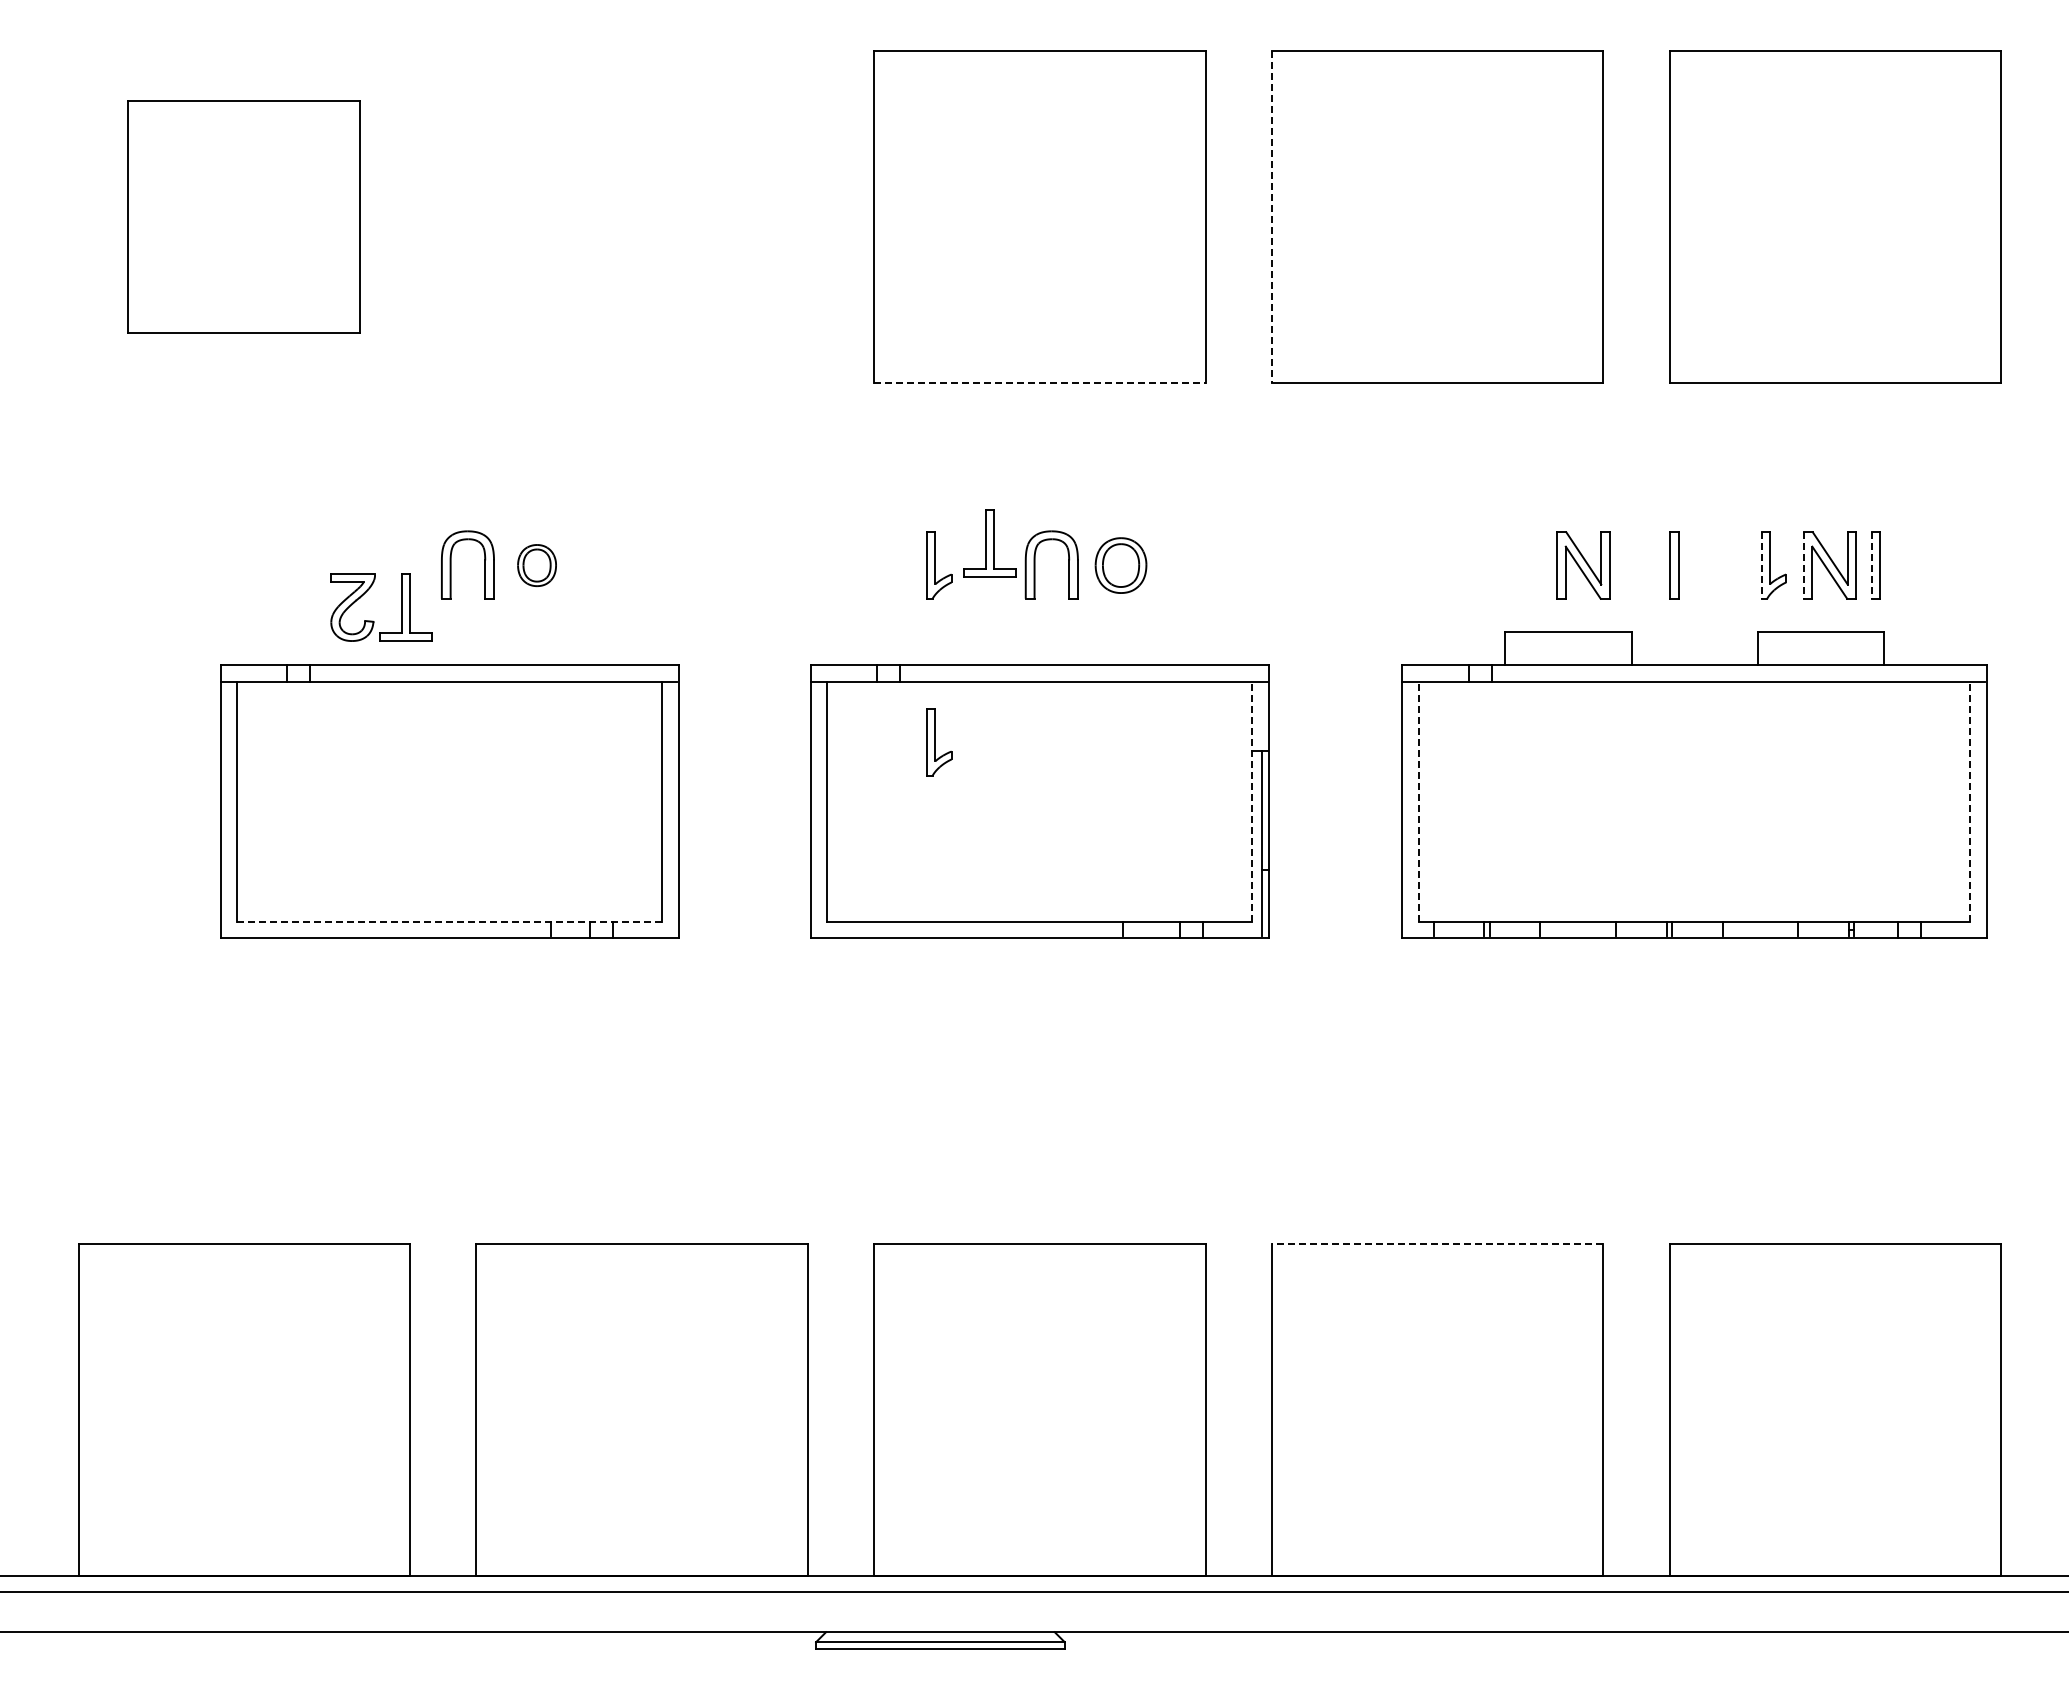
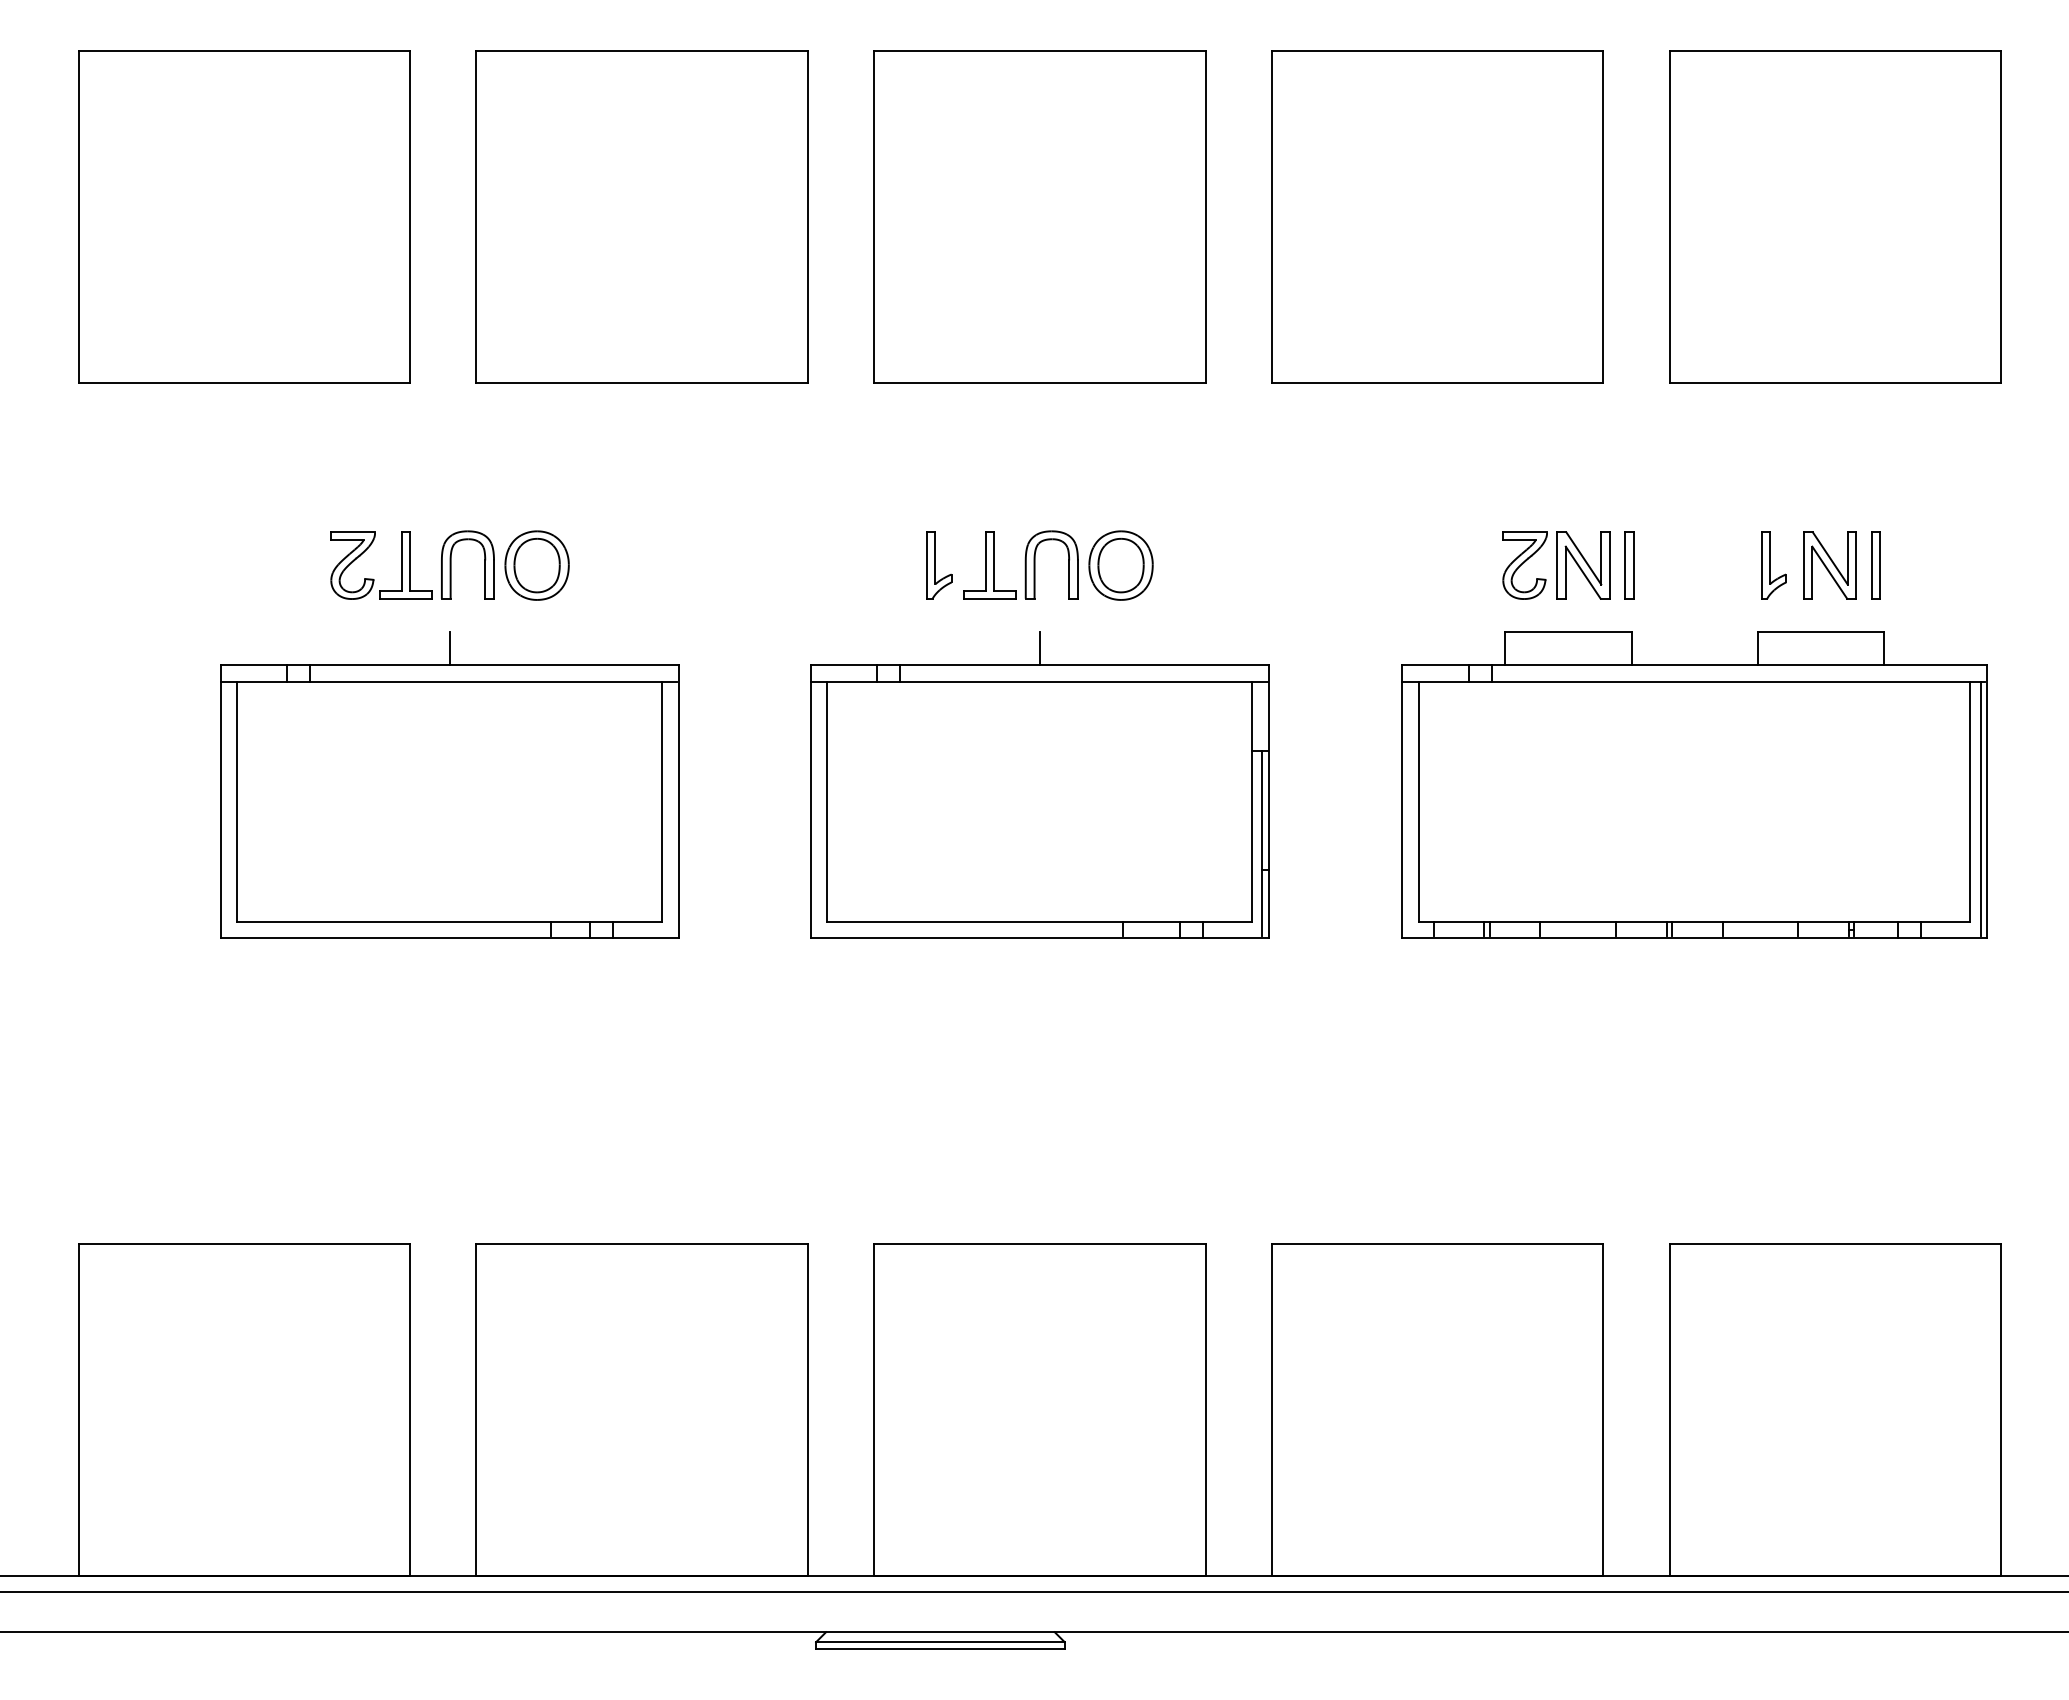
part at (243, 216) size: 234x234 px -> 333x334 px
part at (641, 216): none -> present
line at (1271, 216): dashed -> solid
line at (1039, 382): dashed -> solid
part at (989, 543) position: (989, 543) -> (989, 565)
part at (536, 565) size: 40x43 px -> 66x71 px
part at (1120, 565) size: 54x57 px -> 66x71 px
part at (1524, 565): none -> present
part at (1674, 565) position: (1674, 565) -> (1629, 565)
line at (1761, 566): dashed -> solid
line at (1803, 566): dashed -> solid
line at (1871, 566): dashed -> solid
part at (374, 621) position: (374, 621) -> (374, 579)
line at (450, 648): none -> present
line at (1040, 648): none -> present
part at (939, 742): present -> none
line at (1252, 801): dashed -> solid
line at (1418, 801): dashed -> solid
line at (1970, 801): dashed -> solid
line at (1980, 808): none -> present
line at (449, 921): dashed -> solid
line at (1437, 1244): dashed -> solid
